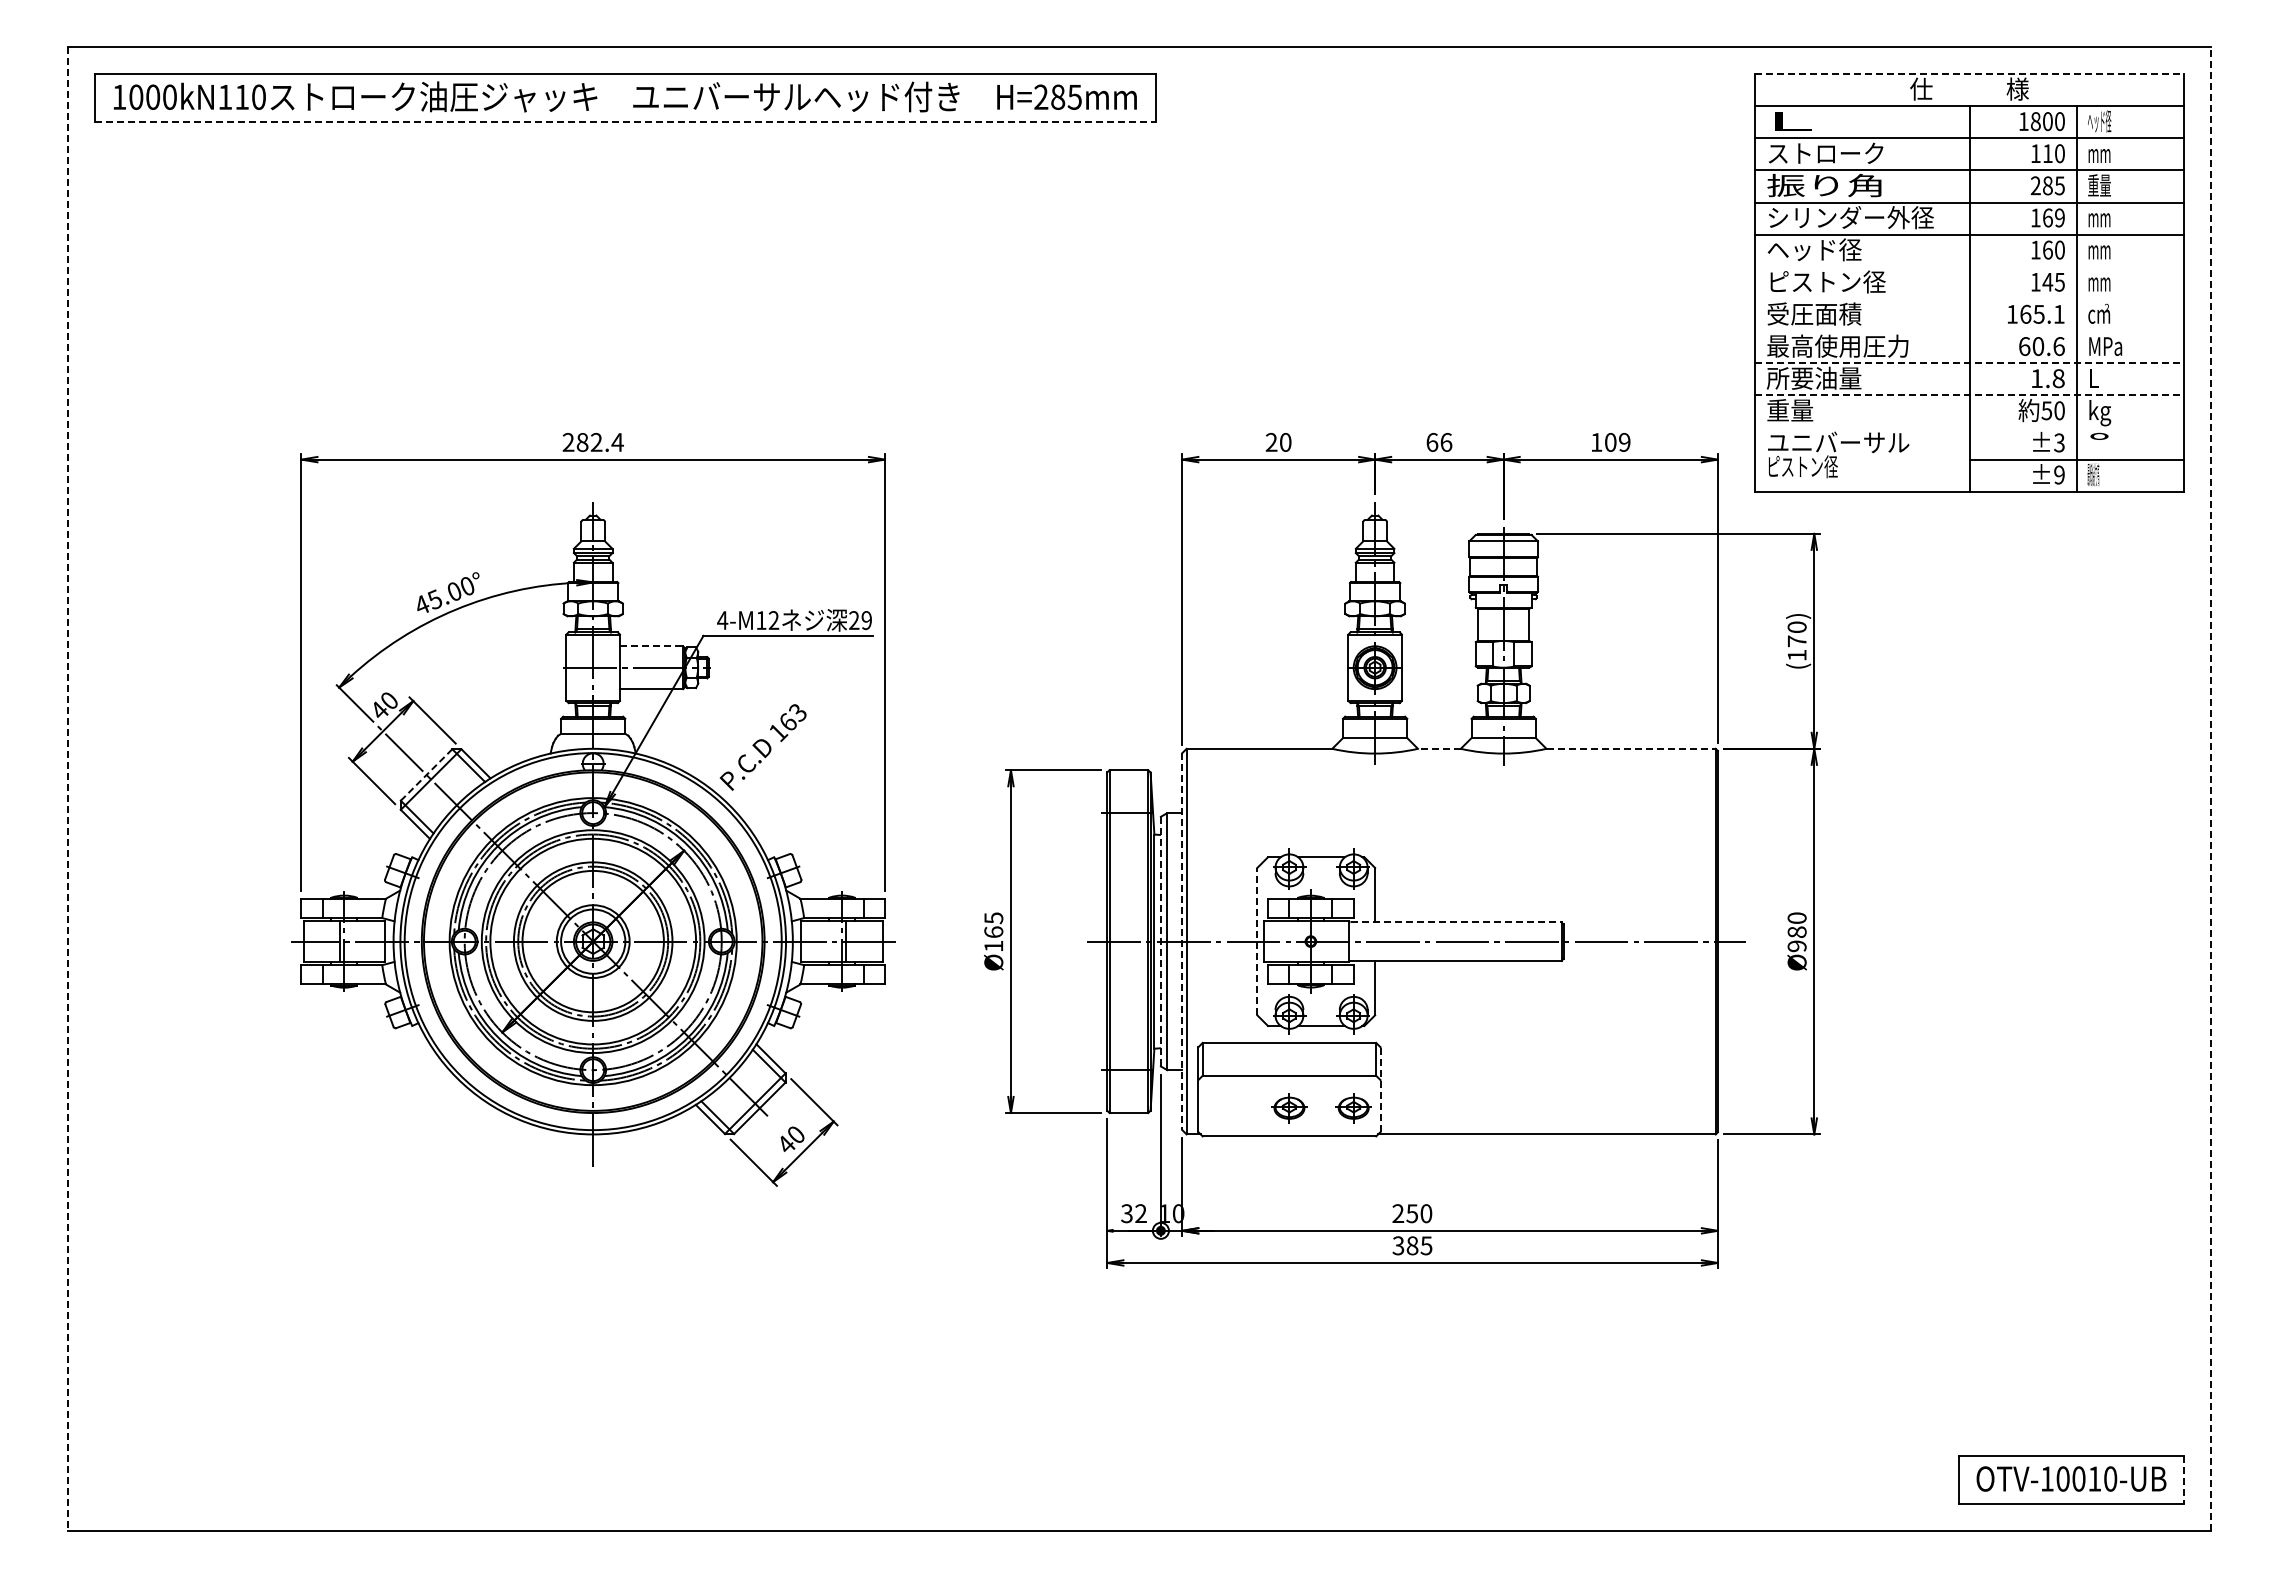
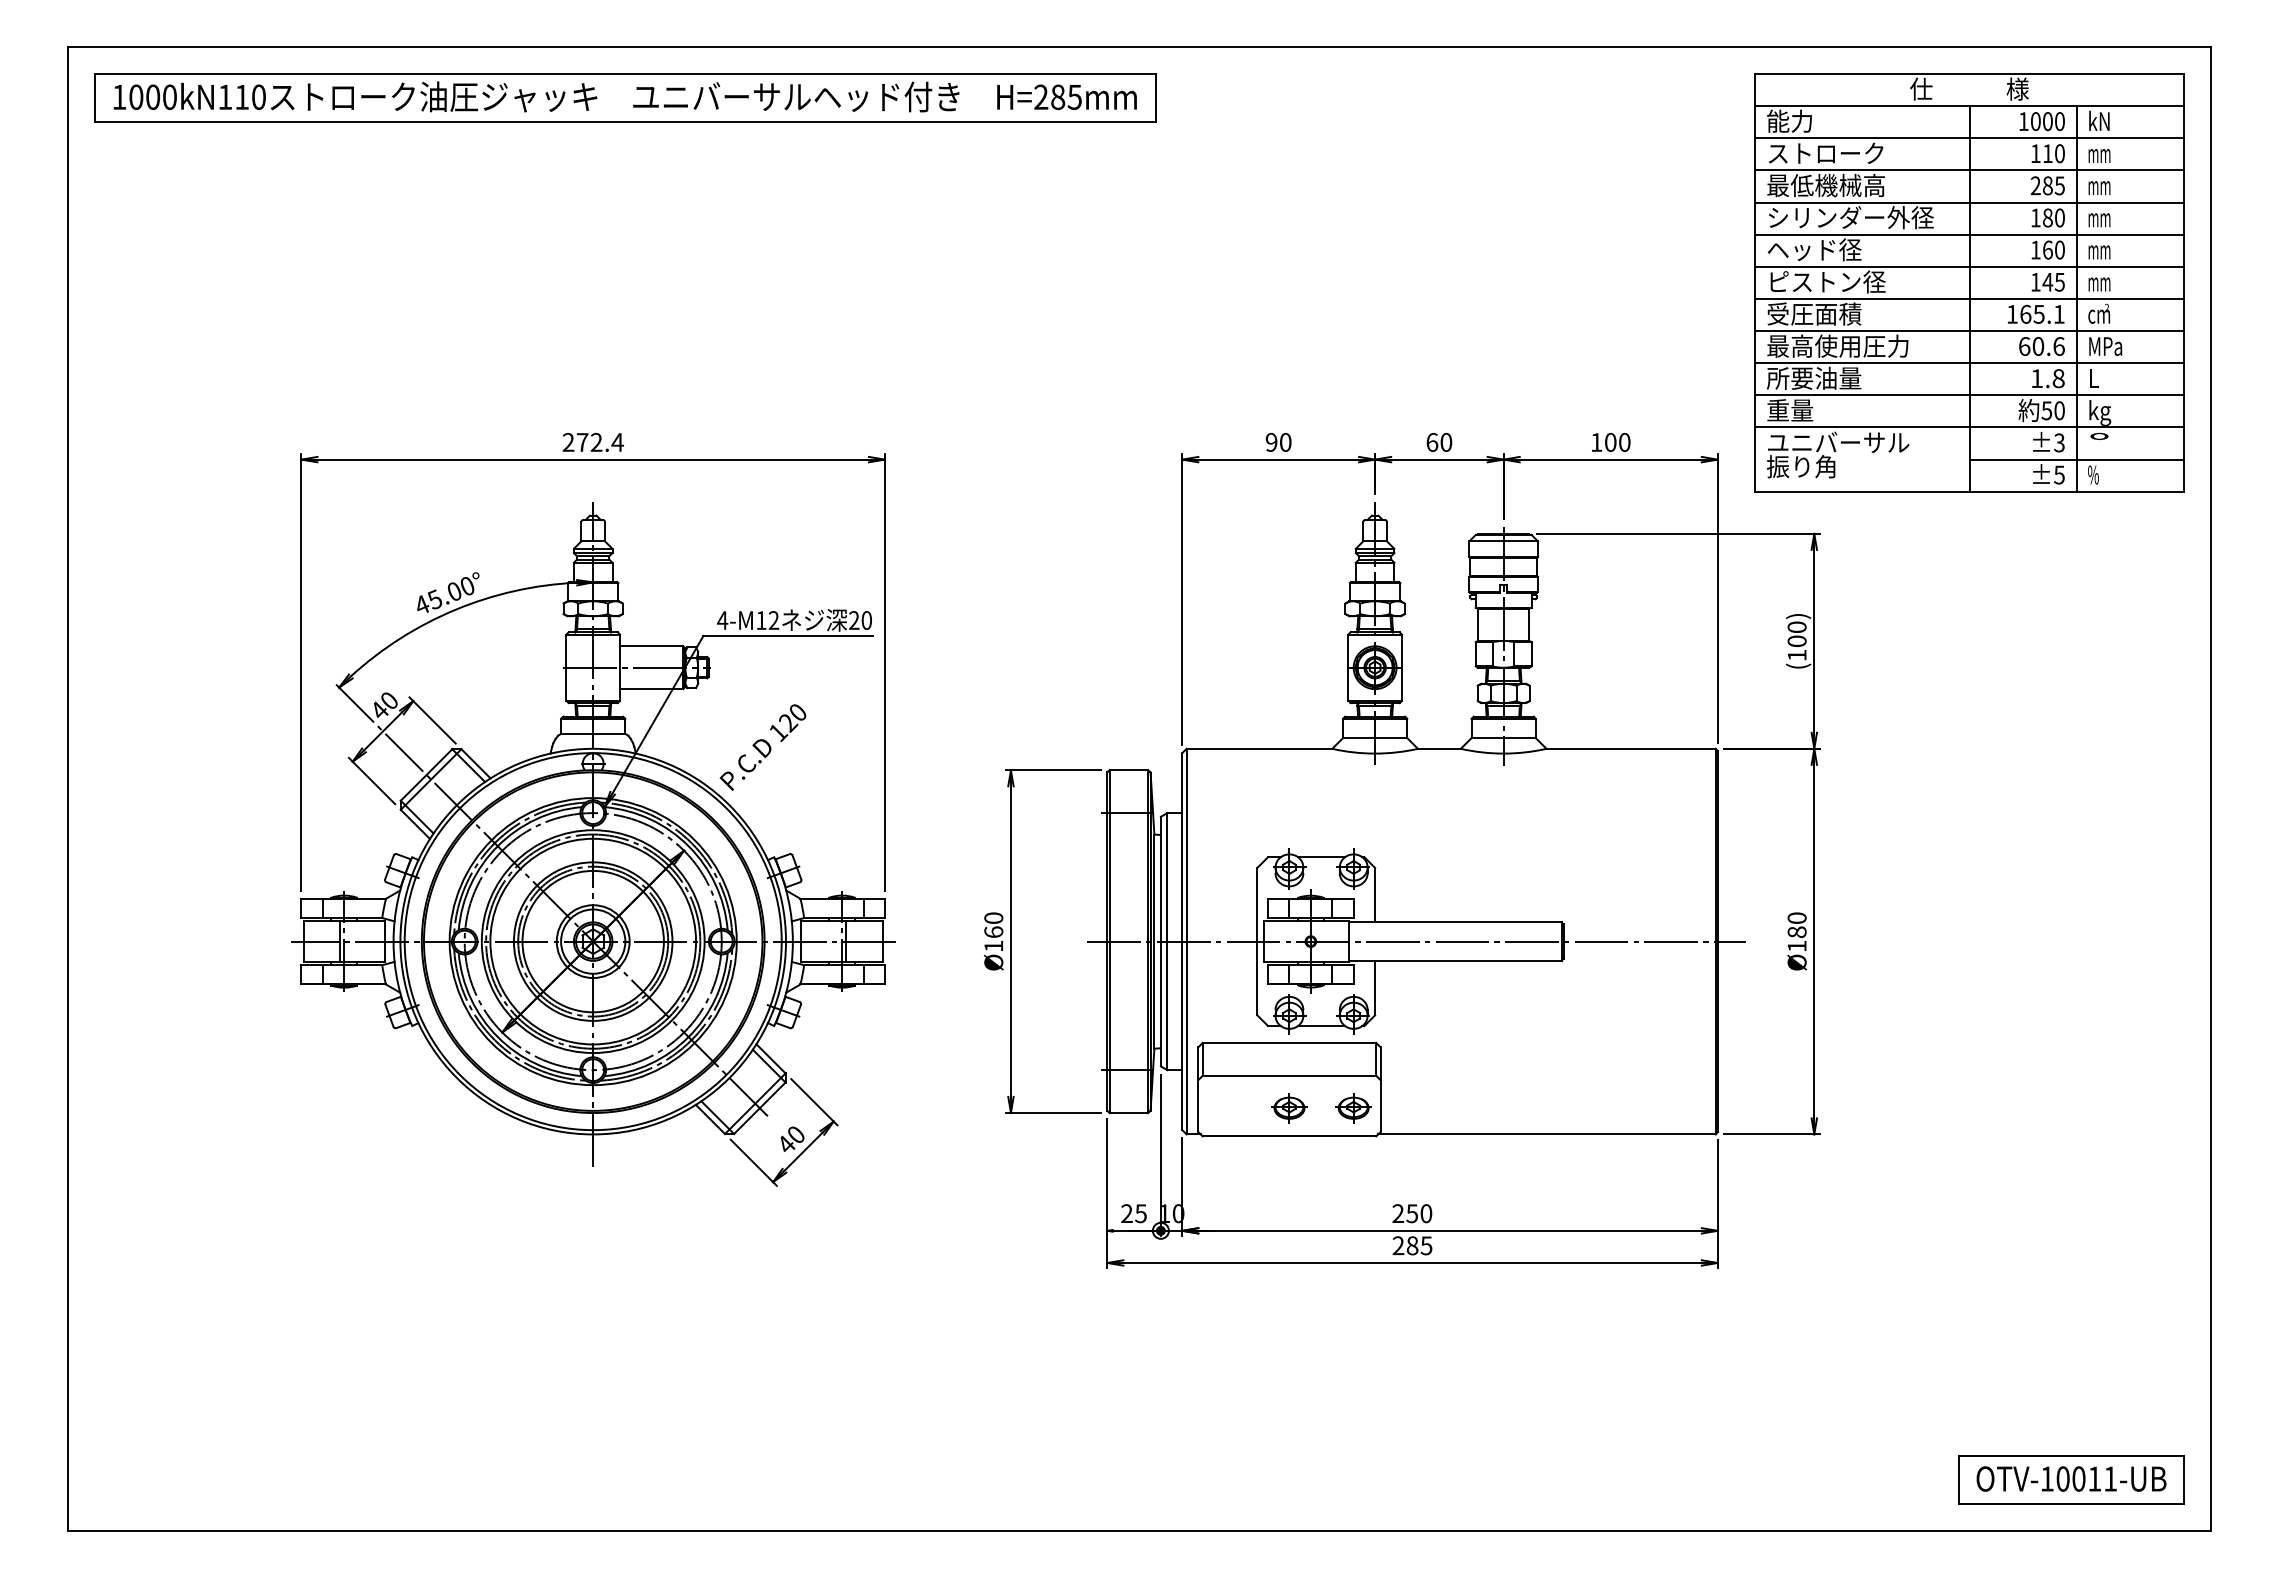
line at (1970, 74): dashed -> solid
text at (1789, 120): L -> 能力
text at (2035, 121): 1800 -> 1000
text at (2099, 121): ヘッド径 -> kN
line at (625, 122): dashed -> solid
text at (1825, 185): 振り角 -> 最低機械高
text at (2099, 185): 重量 -> mm
text at (2053, 217): 169 -> 180
line at (1969, 266): none -> present
line at (1969, 298): none -> present
line at (1969, 331): none -> present
line at (1970, 363): dashed -> solid
line at (1970, 395): dashed -> solid
line at (1969, 427): none -> present
text at (582, 442): 282.4 -> 272.4
text at (1271, 442): 20 -> 90
text at (1446, 442): 66 -> 60
text at (1624, 442): 109 -> 100
text at (1802, 466): ピストン径 -> 振り角
text at (2059, 474): ±9 -> ±5
text at (2093, 474): 最低機械高 -> %%%
text at (866, 620): 29 -> 20
text at (1796, 641): (170) -> (100)
line at (651, 646): dashed -> solid
text at (792, 718): 163 -> 120
line at (1438, 748): dashed -> solid
line at (1631, 748): dashed -> solid
line at (426, 775): dashed -> solid
line at (68, 789): dashed -> solid
line at (2210, 789): dashed -> solid
text at (993, 918): Ø165 -> Ø160
line at (1456, 922): dashed -> solid
line at (1160, 941): dashed -> solid
line at (1182, 941): dashed -> solid
line at (1257, 941): dashed -> solid
text at (1796, 946): Ø980 -> Ø180
line at (1380, 1089): dashed -> solid
text at (1133, 1213): 32 -> 25
text at (1398, 1245): 385 -> 285
text at (2110, 1478): OTV-10010-UB -> OTV-10011-UB
line at (2183, 1480): dashed -> solid
